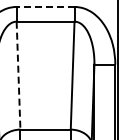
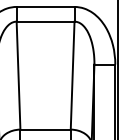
line at (45, 6): dashed -> solid
line at (18, 75): dashed -> solid
